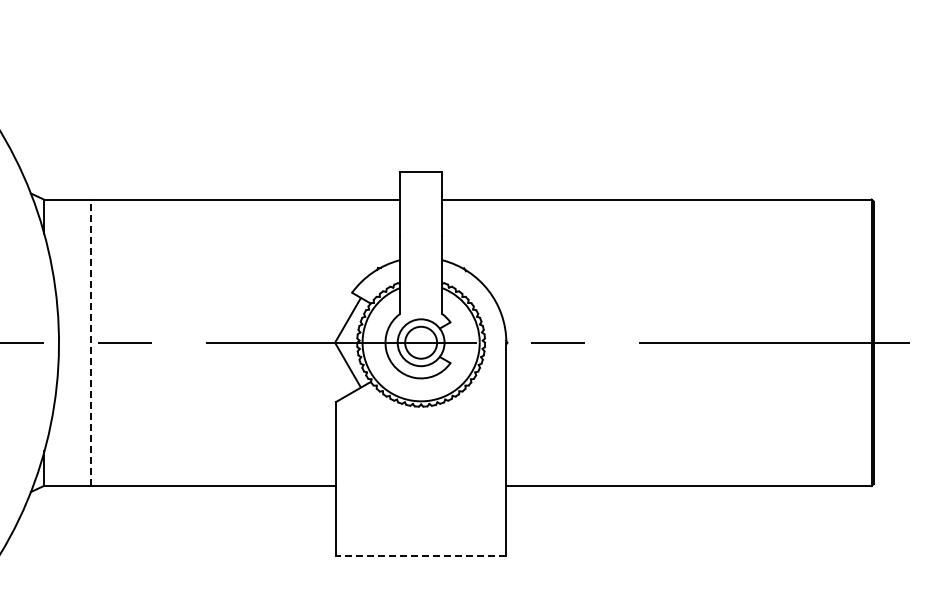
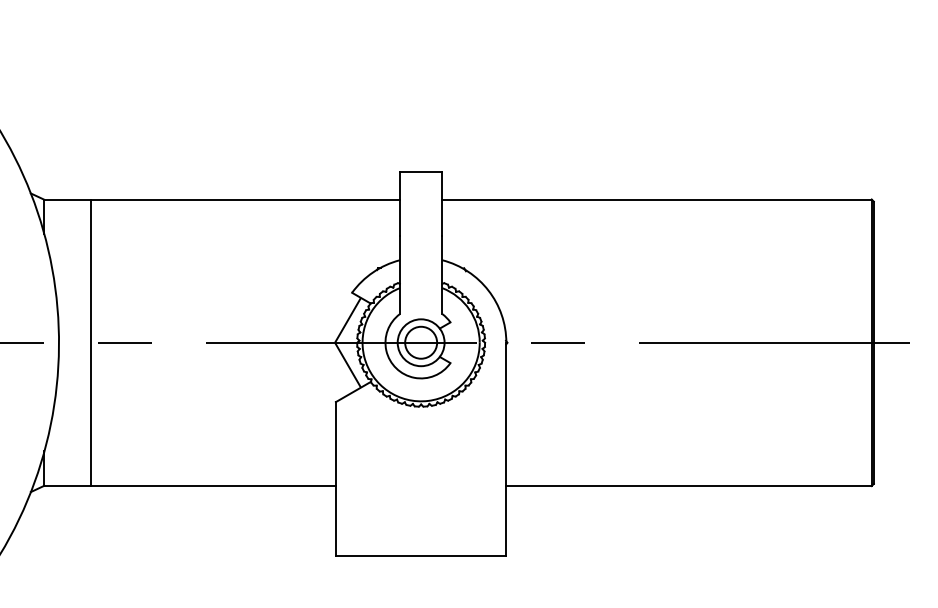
line at (90, 342): dashed -> solid
line at (420, 555): dashed -> solid
